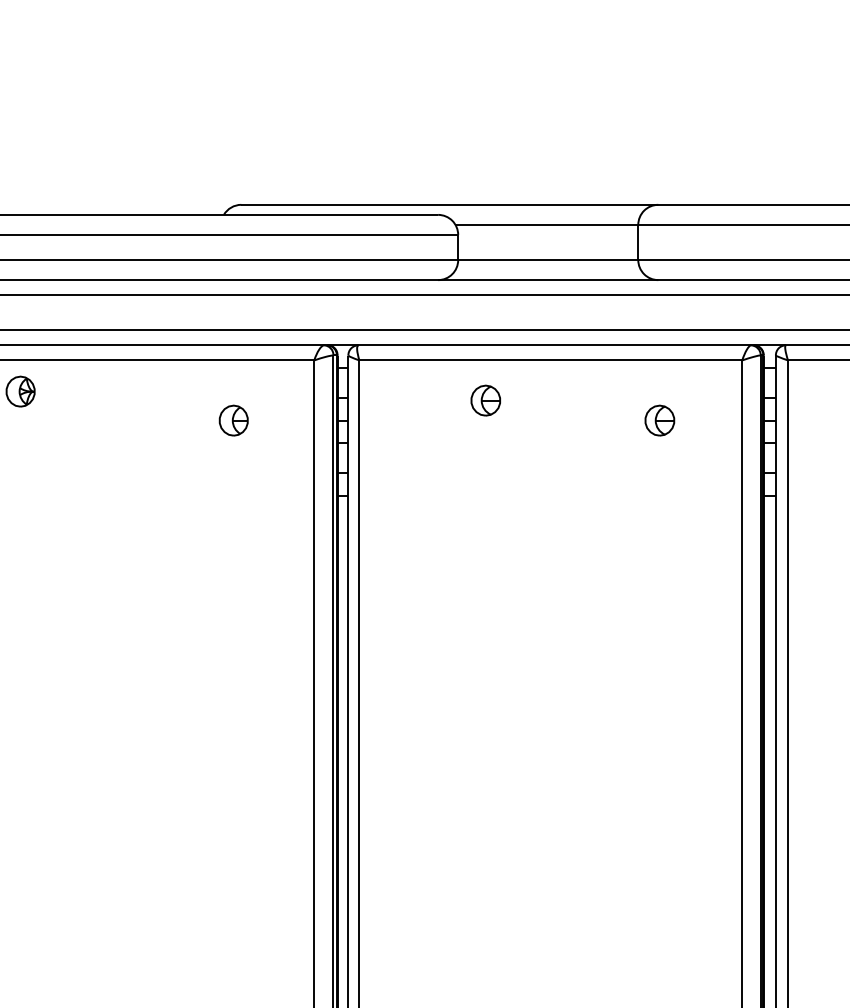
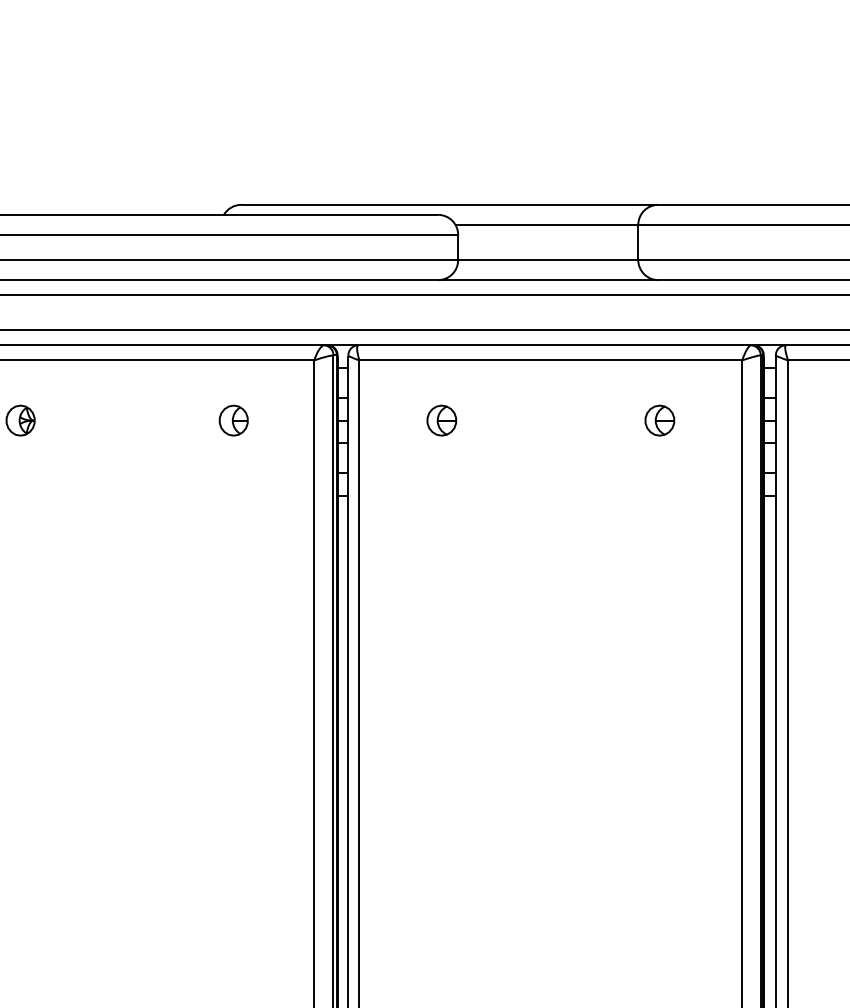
part at (20, 391) position: (20, 391) -> (20, 420)
part at (485, 400) position: (485, 400) -> (441, 420)
